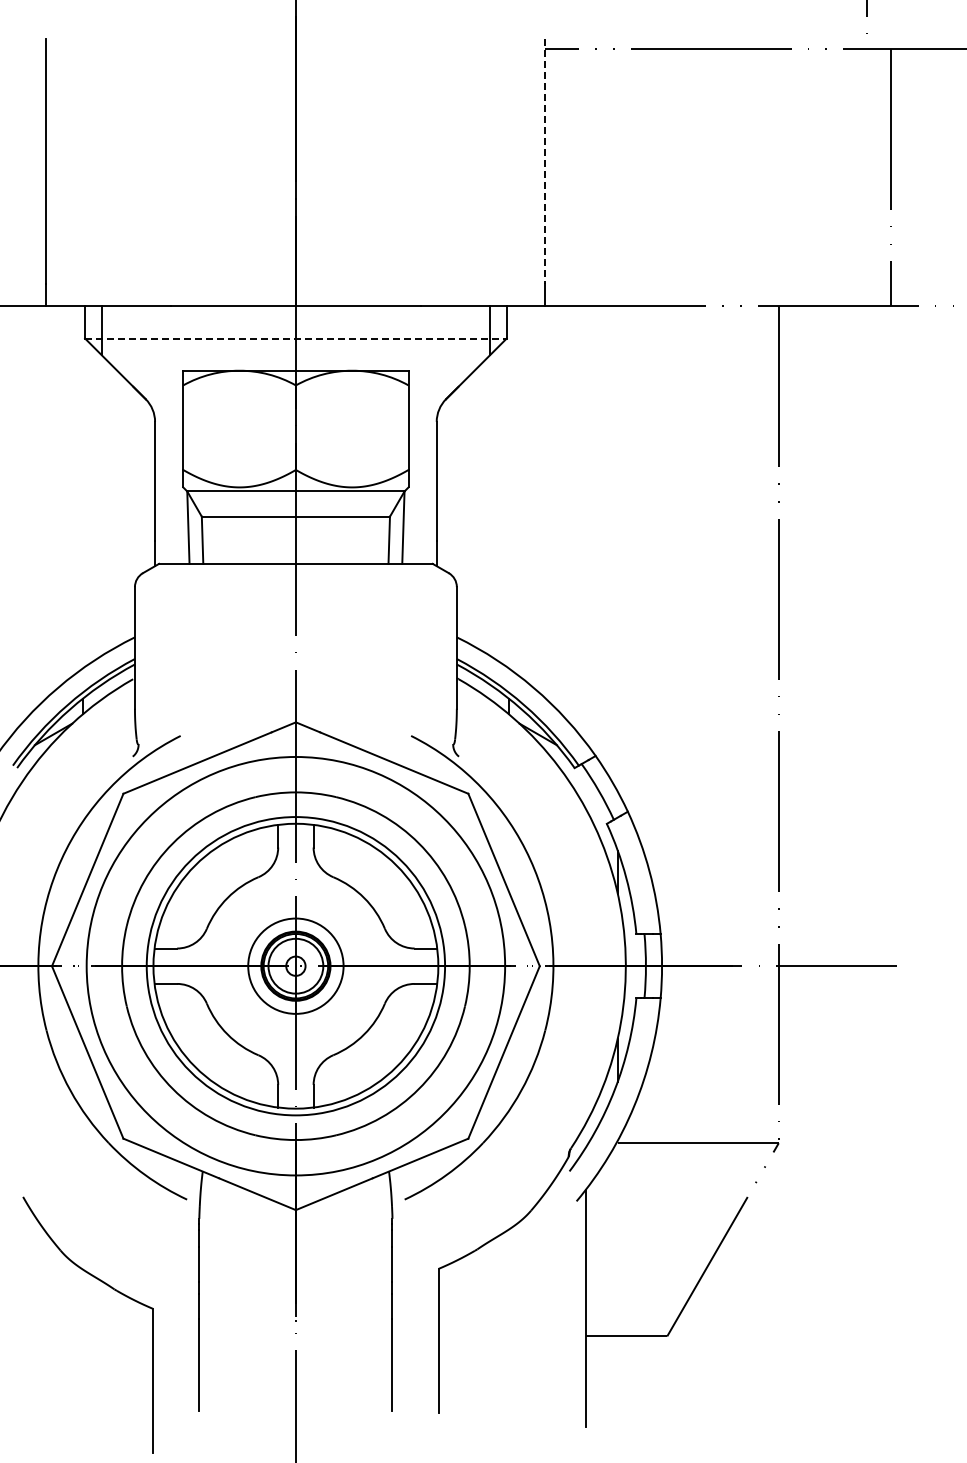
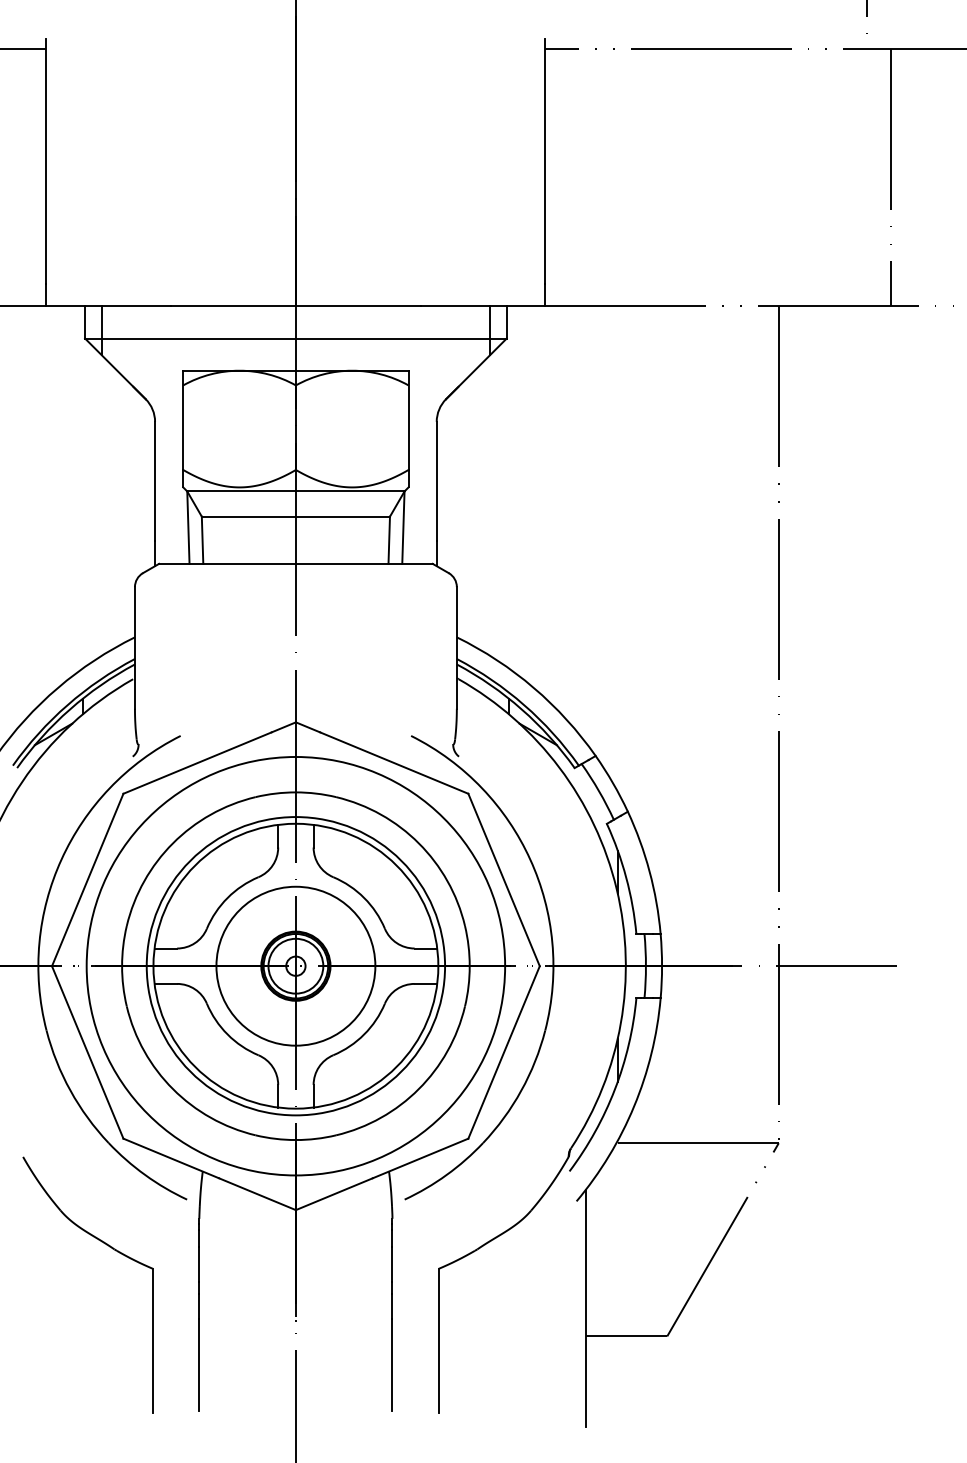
line at (24, 48): none -> present
line at (545, 161): dashed -> solid
line at (295, 338): dashed -> solid
circle at (295, 965) diameter: 95 px -> 159 px
part at (112, 1289) position: (112, 1289) -> (112, 1249)
